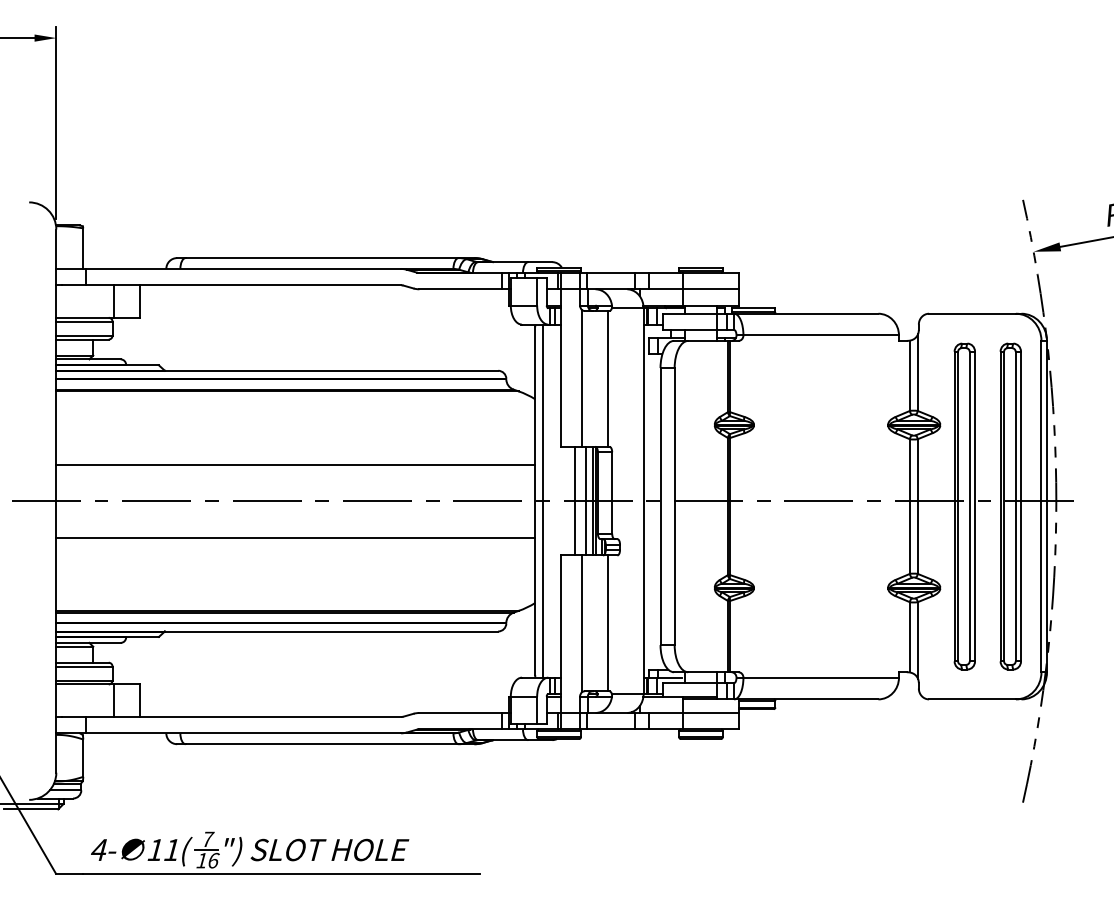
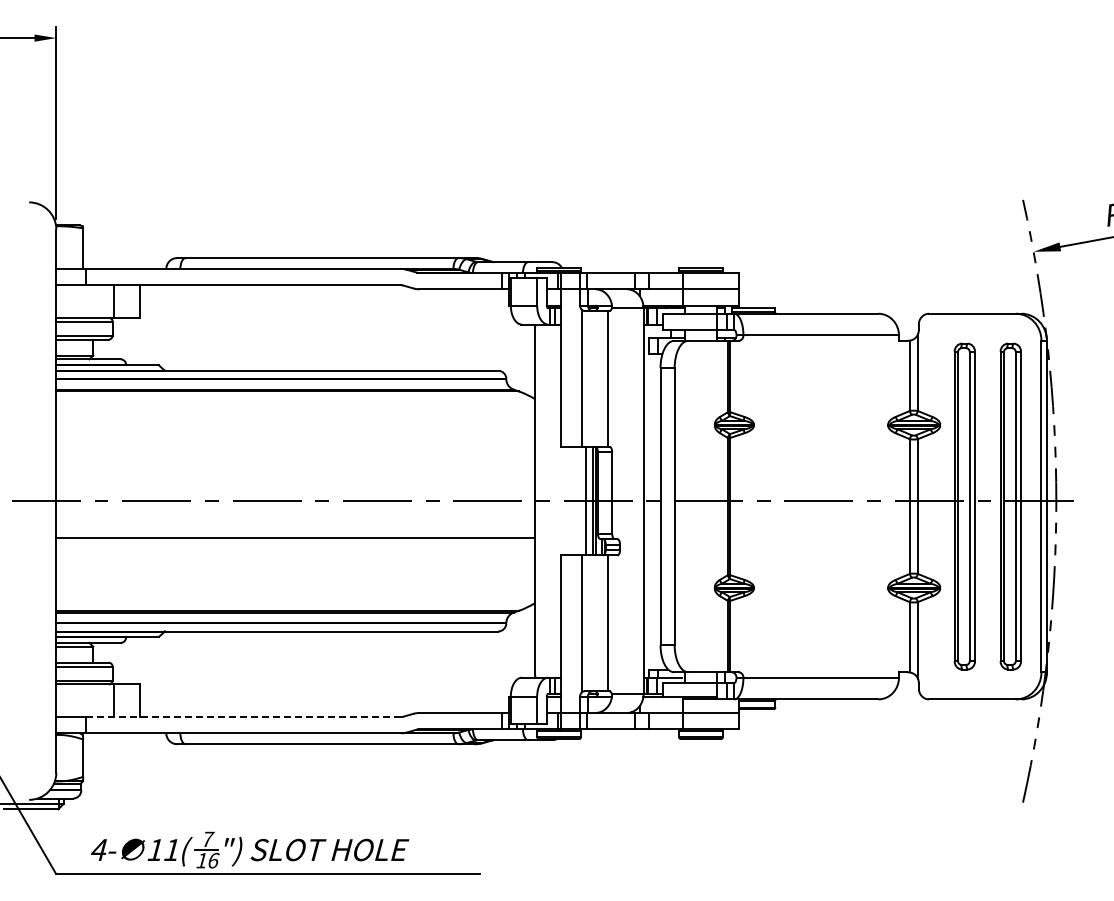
line at (295, 464): present -> none
line at (542, 500): present -> none
line at (575, 500): present -> none
line at (243, 717): solid -> dashed
